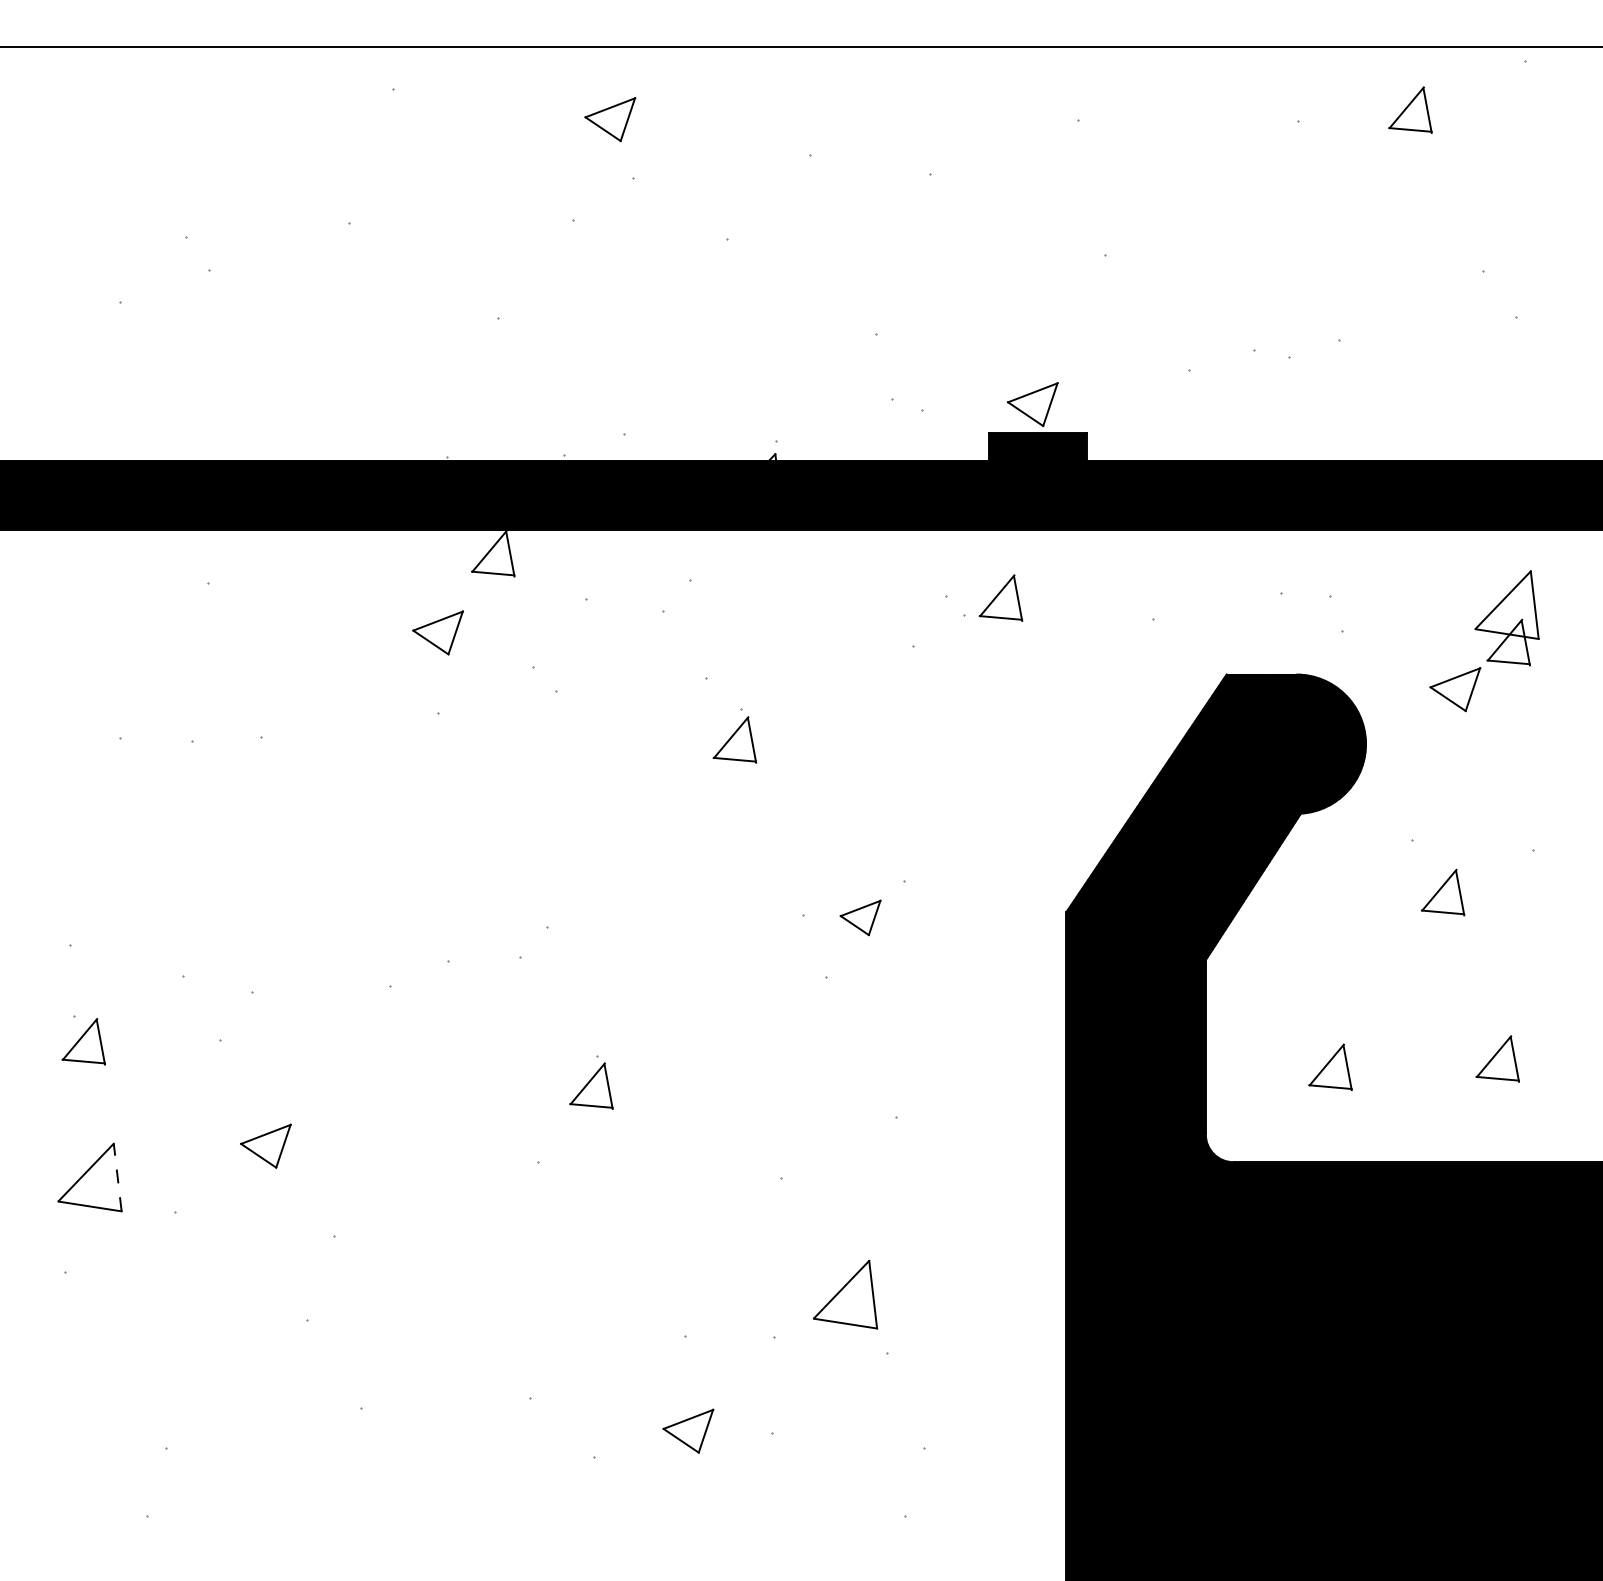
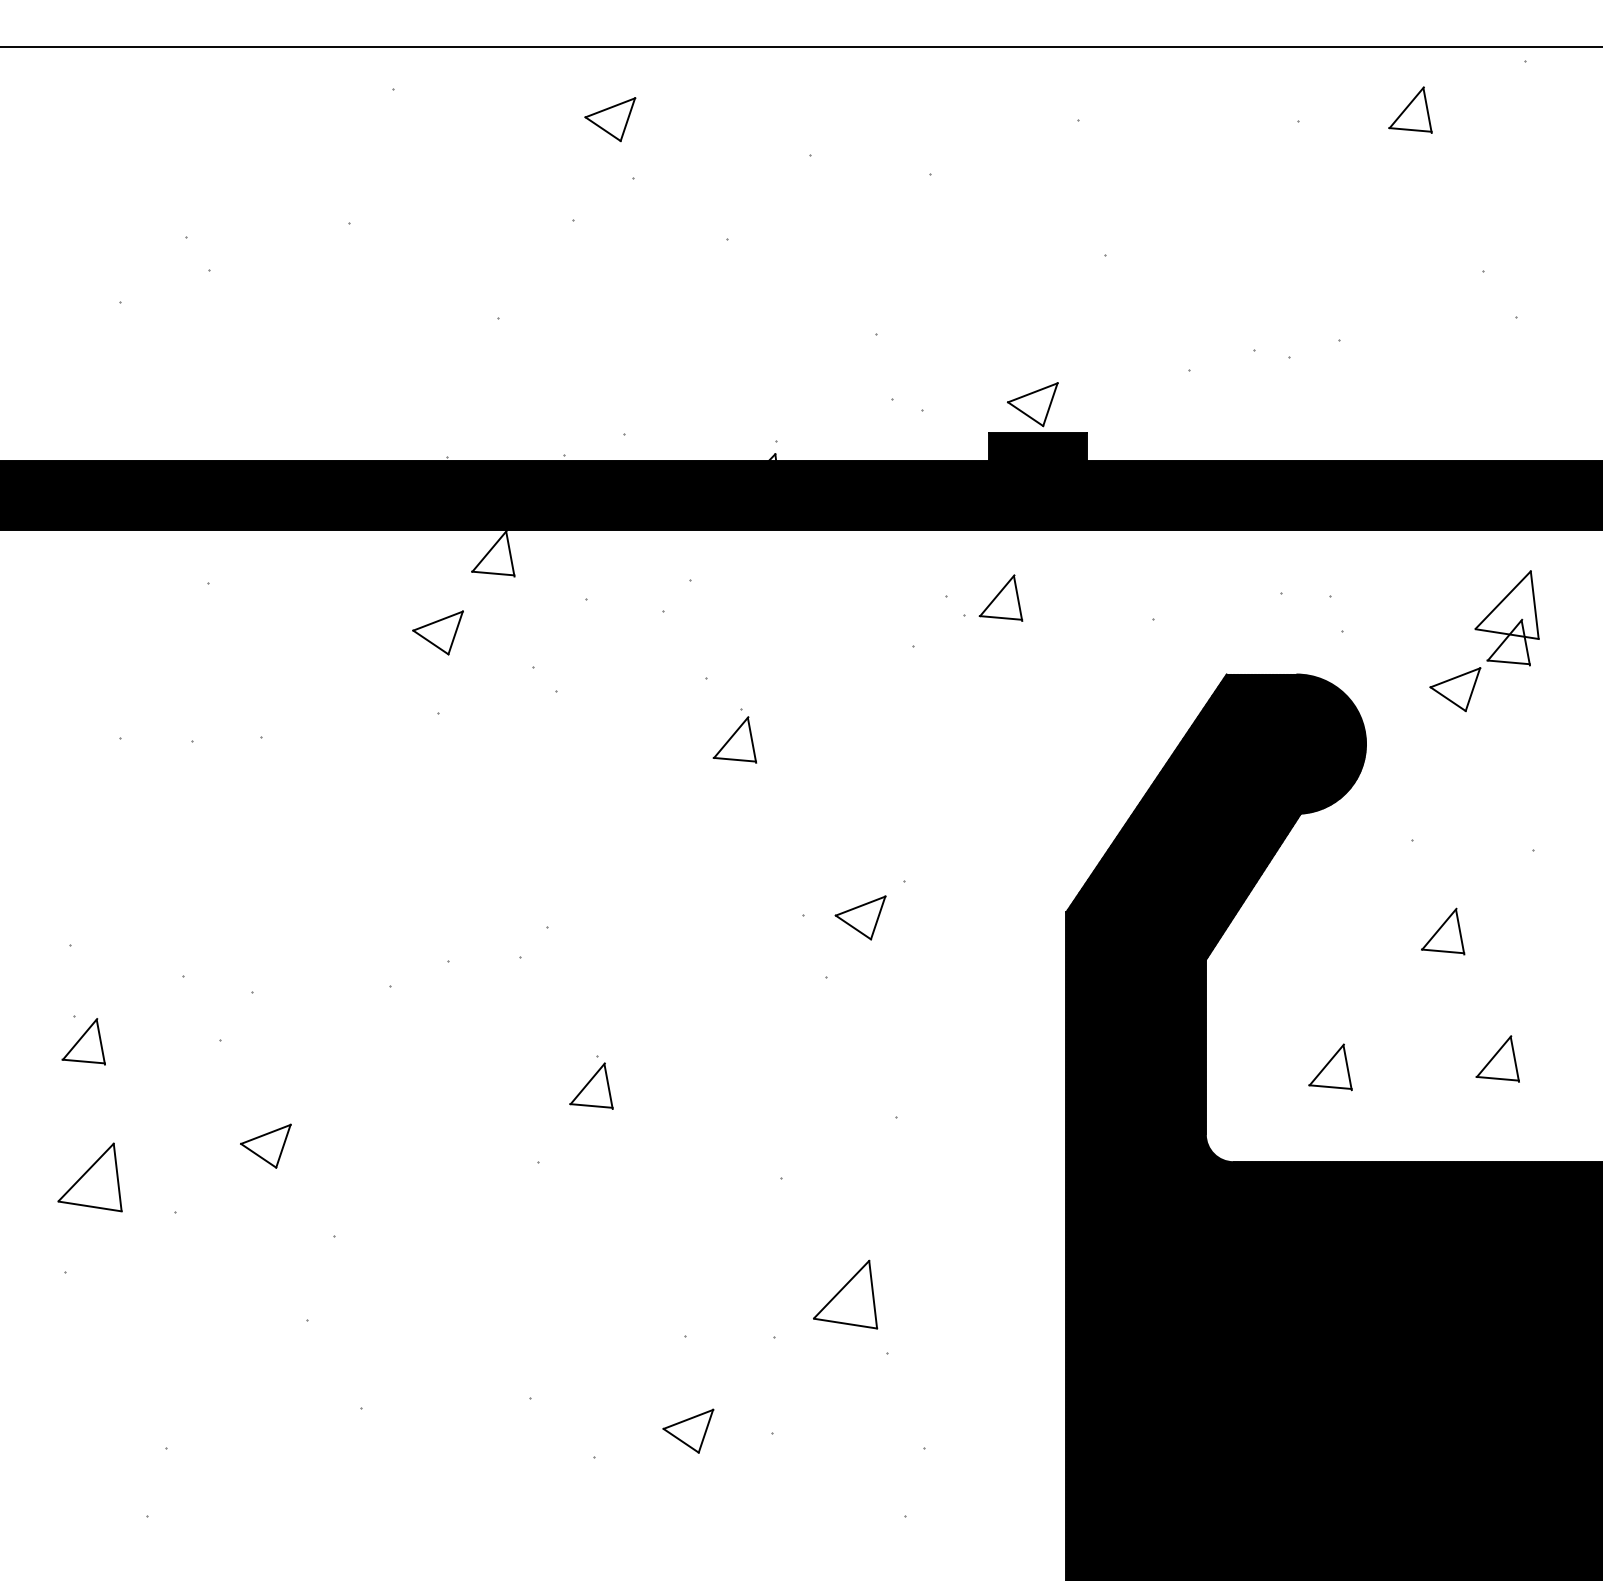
part at (1443, 892) position: (1443, 892) -> (1443, 931)
part at (860, 917) size: 43x38 px -> 53x46 px
line at (117, 1177): dashed -> solid
